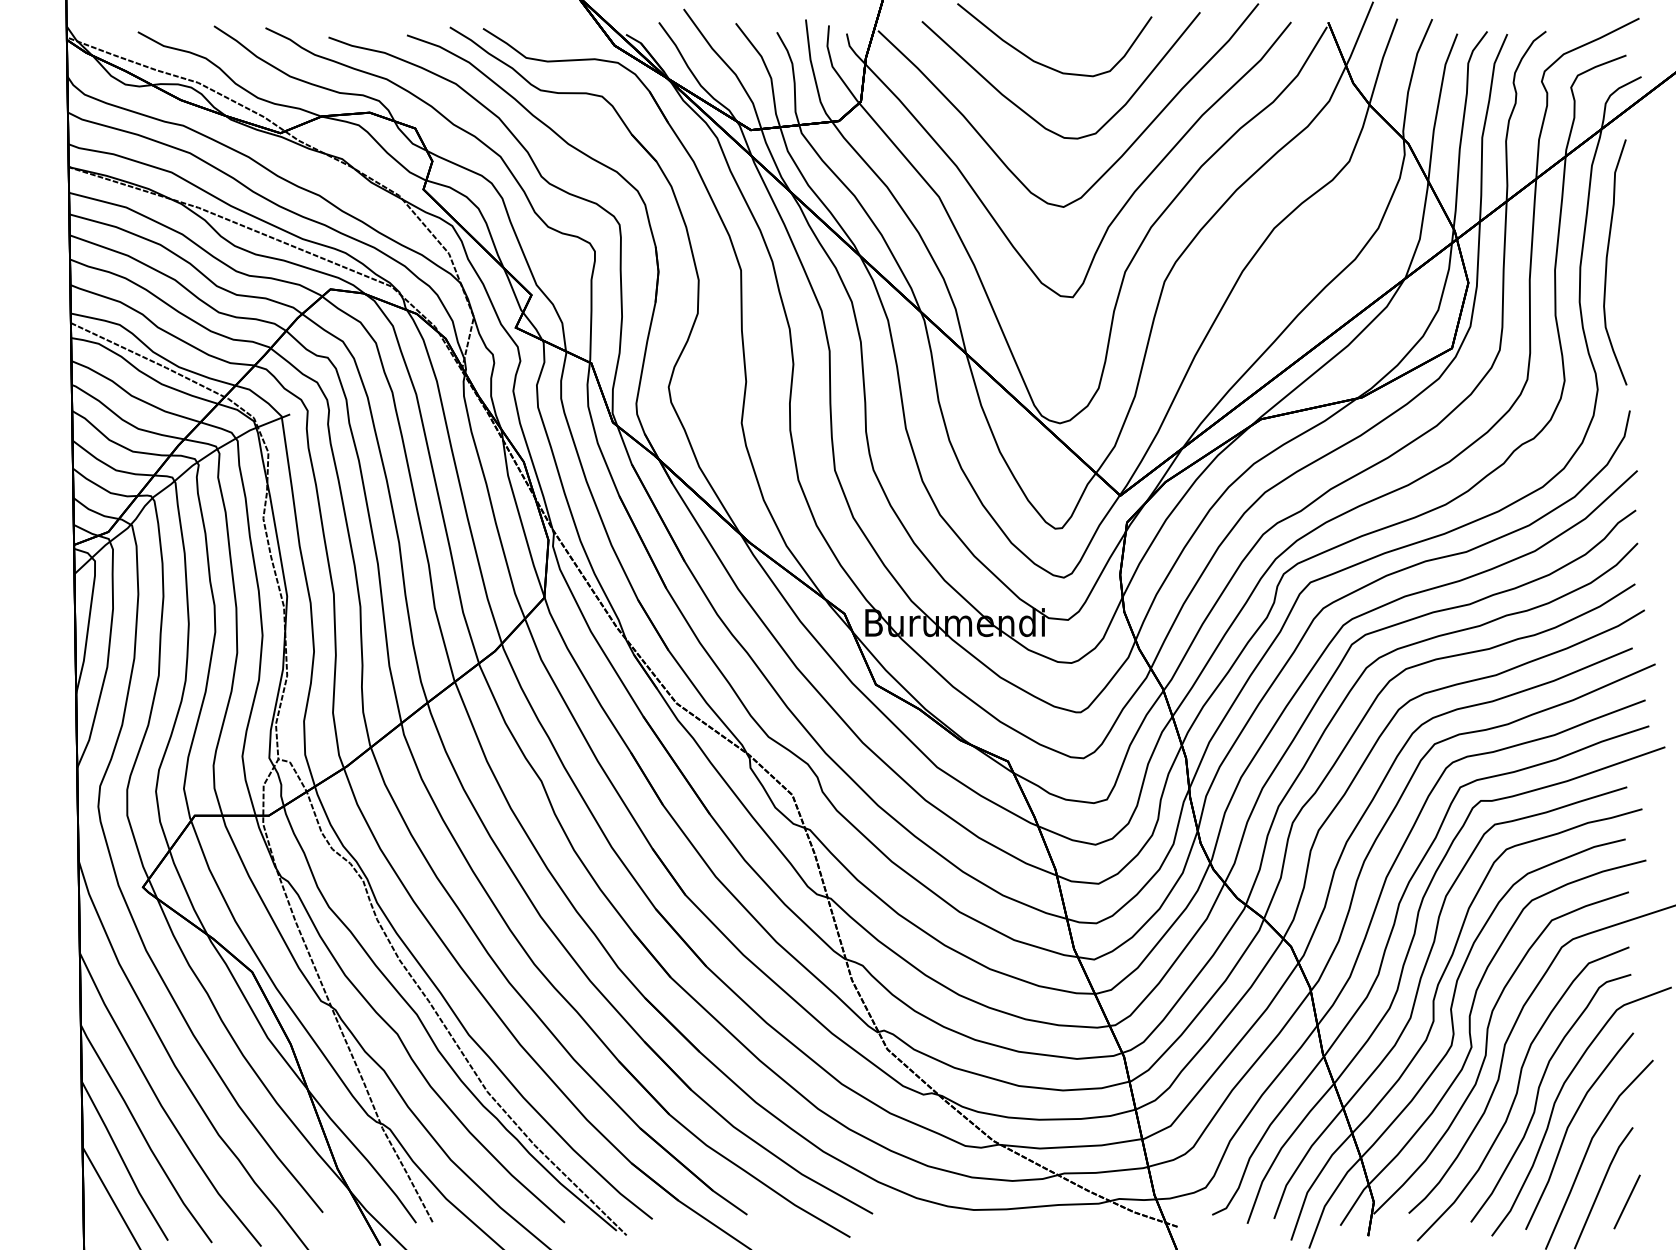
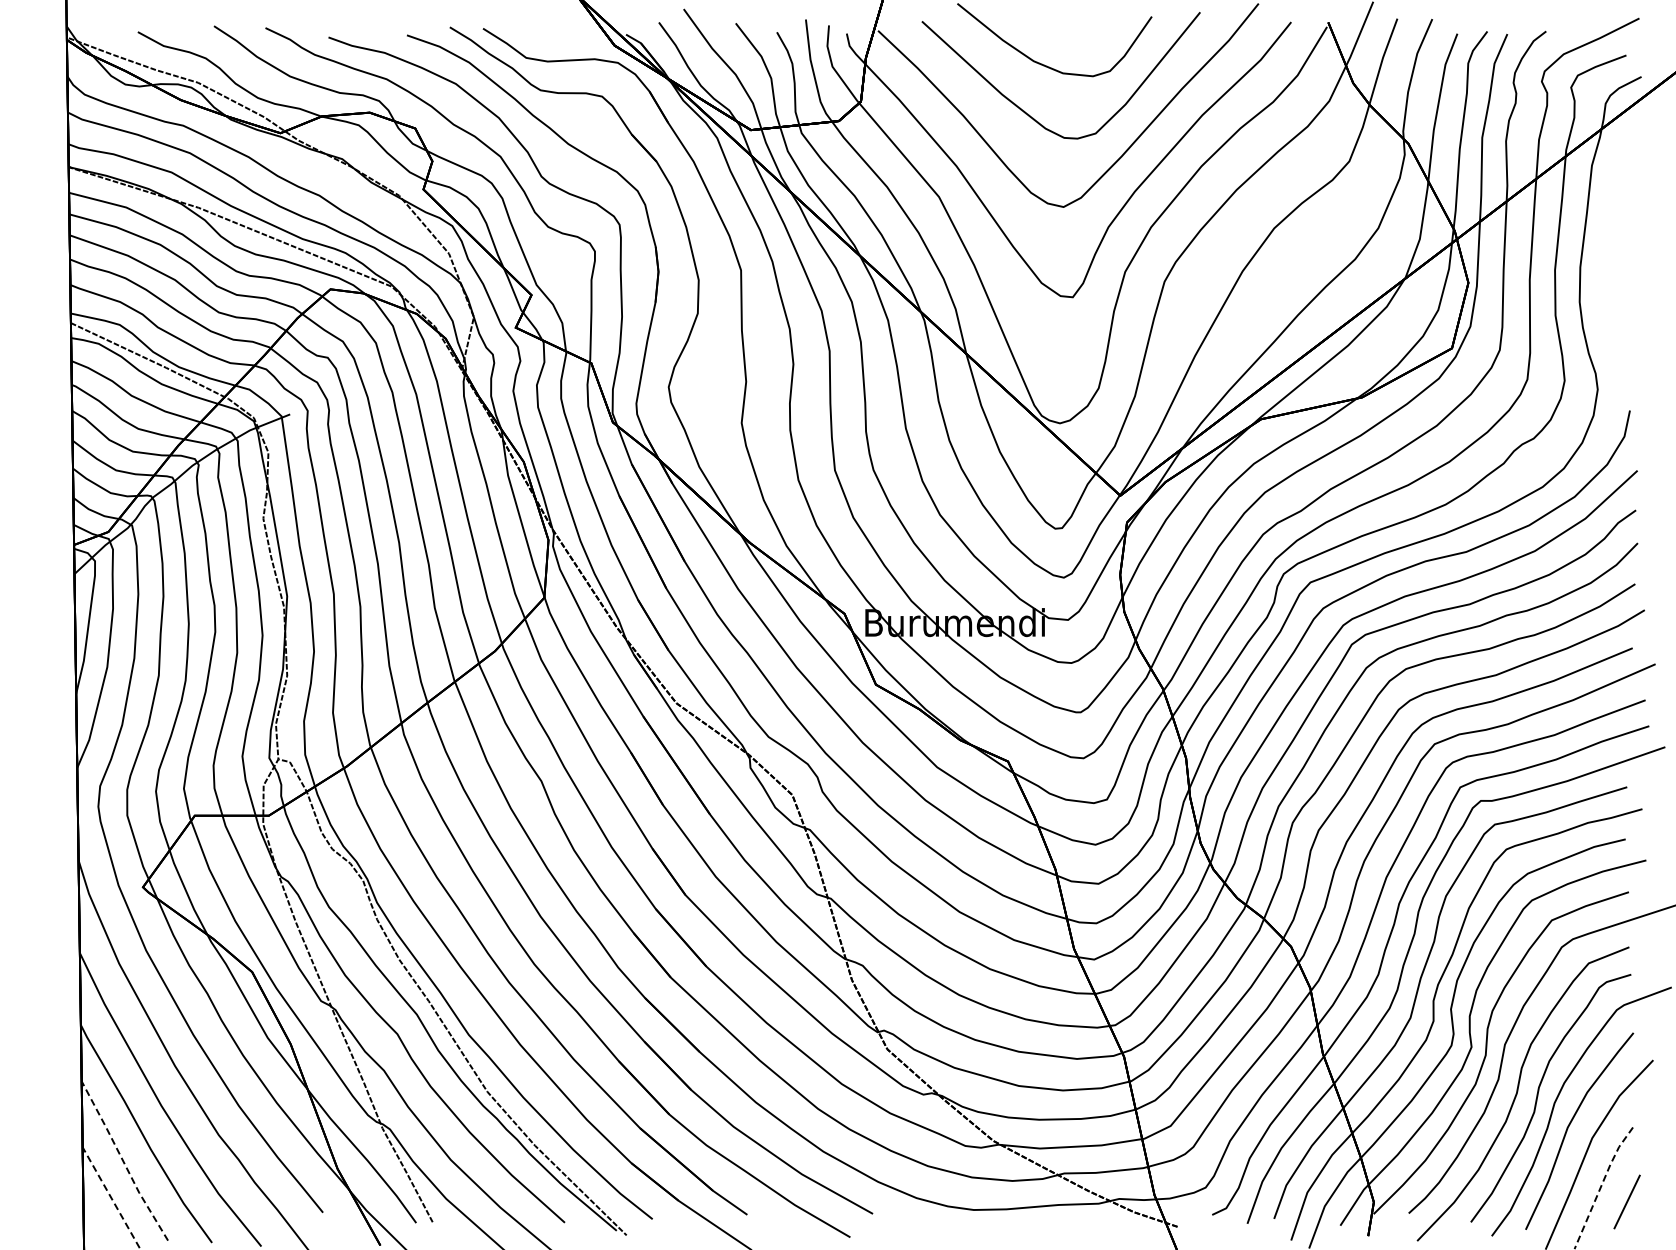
curve at (1607, 262): present -> none
line at (123, 1161): solid -> dashed
line at (1601, 1186): solid -> dashed
line at (111, 1198): solid -> dashed
